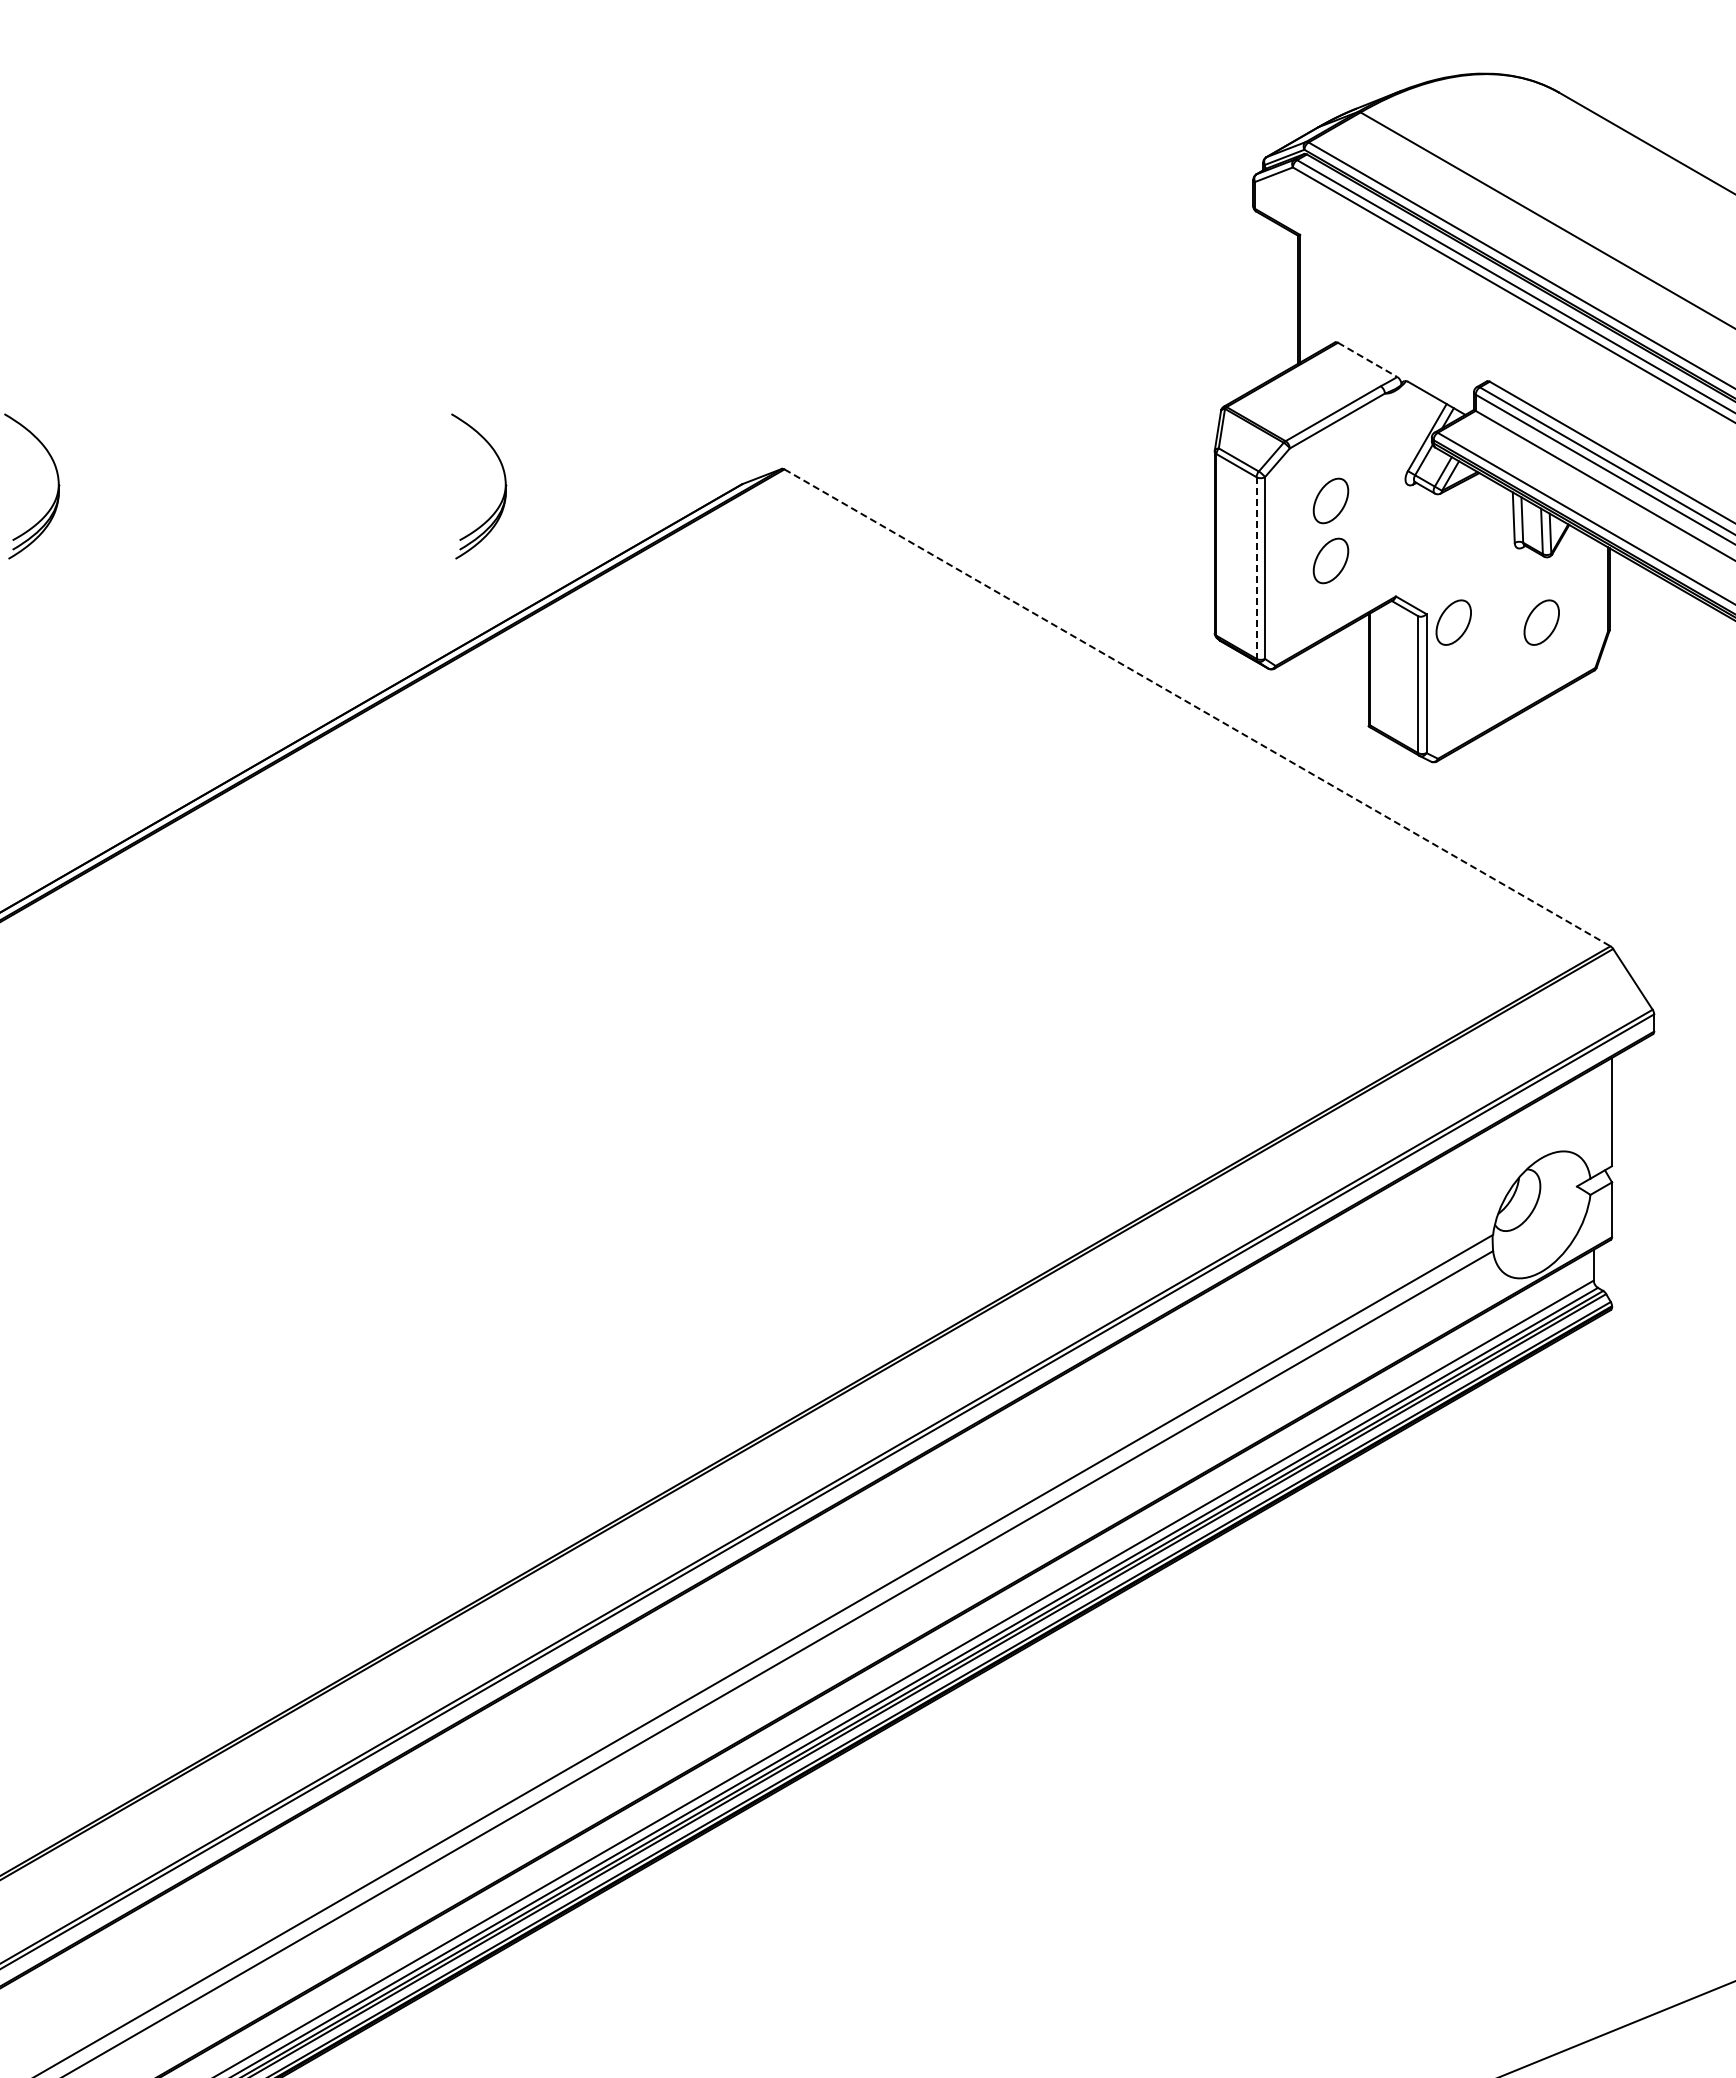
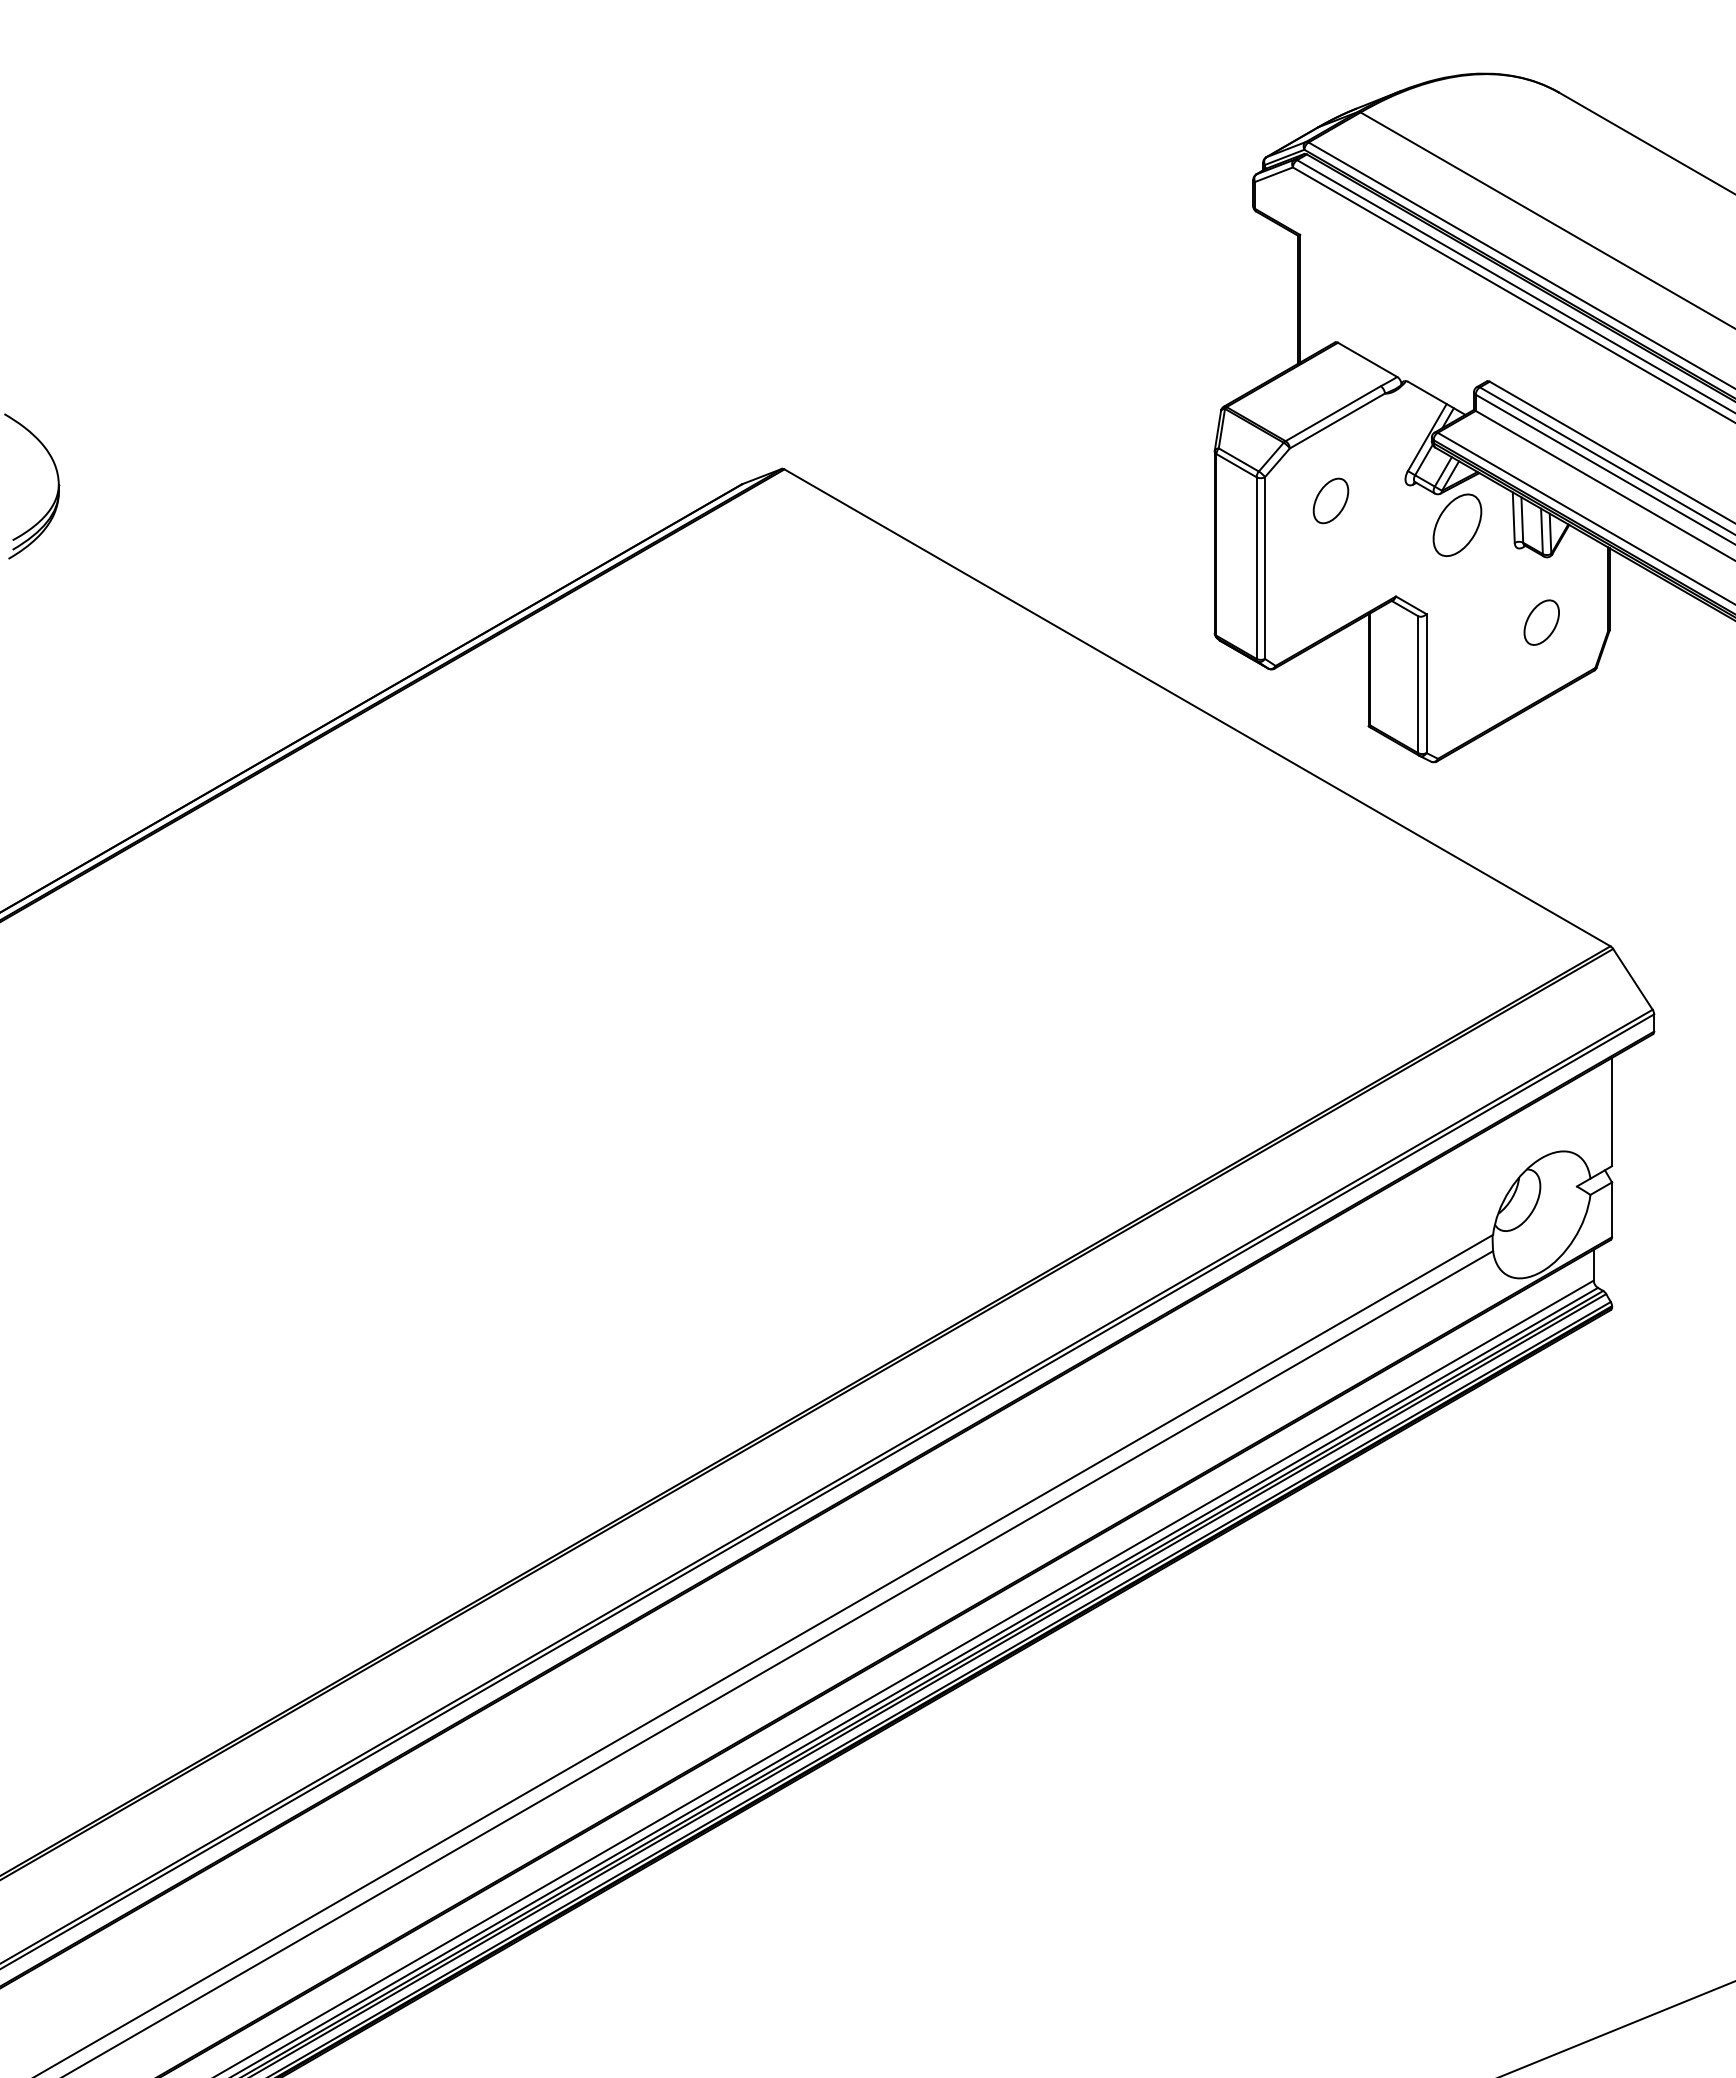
line at (1368, 360): dashed -> solid
part at (504, 486): present -> none
part at (1457, 525): none -> present
part at (1330, 560): present -> none
line at (1256, 568): dashed -> solid
part at (1453, 622): present -> none
line at (1197, 707): dashed -> solid
